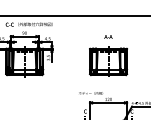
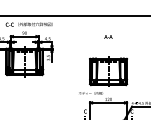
part at (108, 61) position: (108, 61) -> (108, 71)
